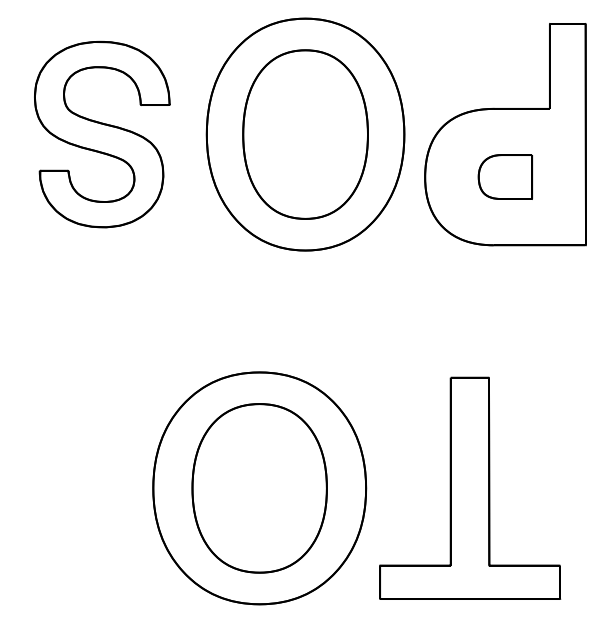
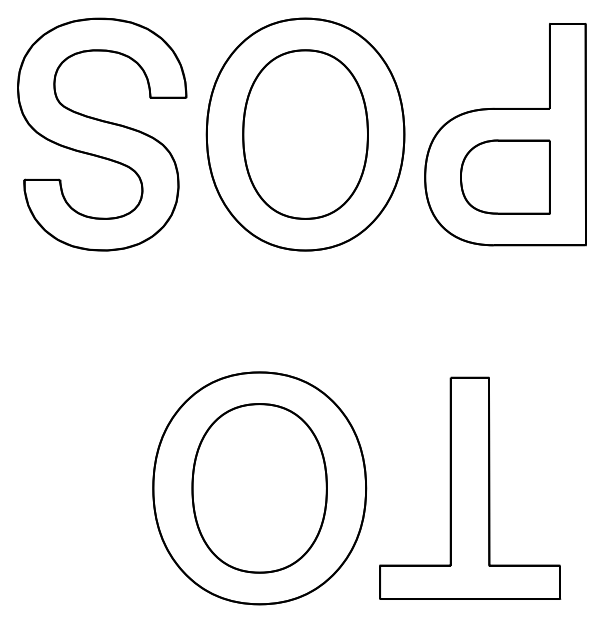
part at (102, 134) size: 137x188 px -> 171x235 px
part at (504, 176) size: 56x46 px -> 91x76 px
